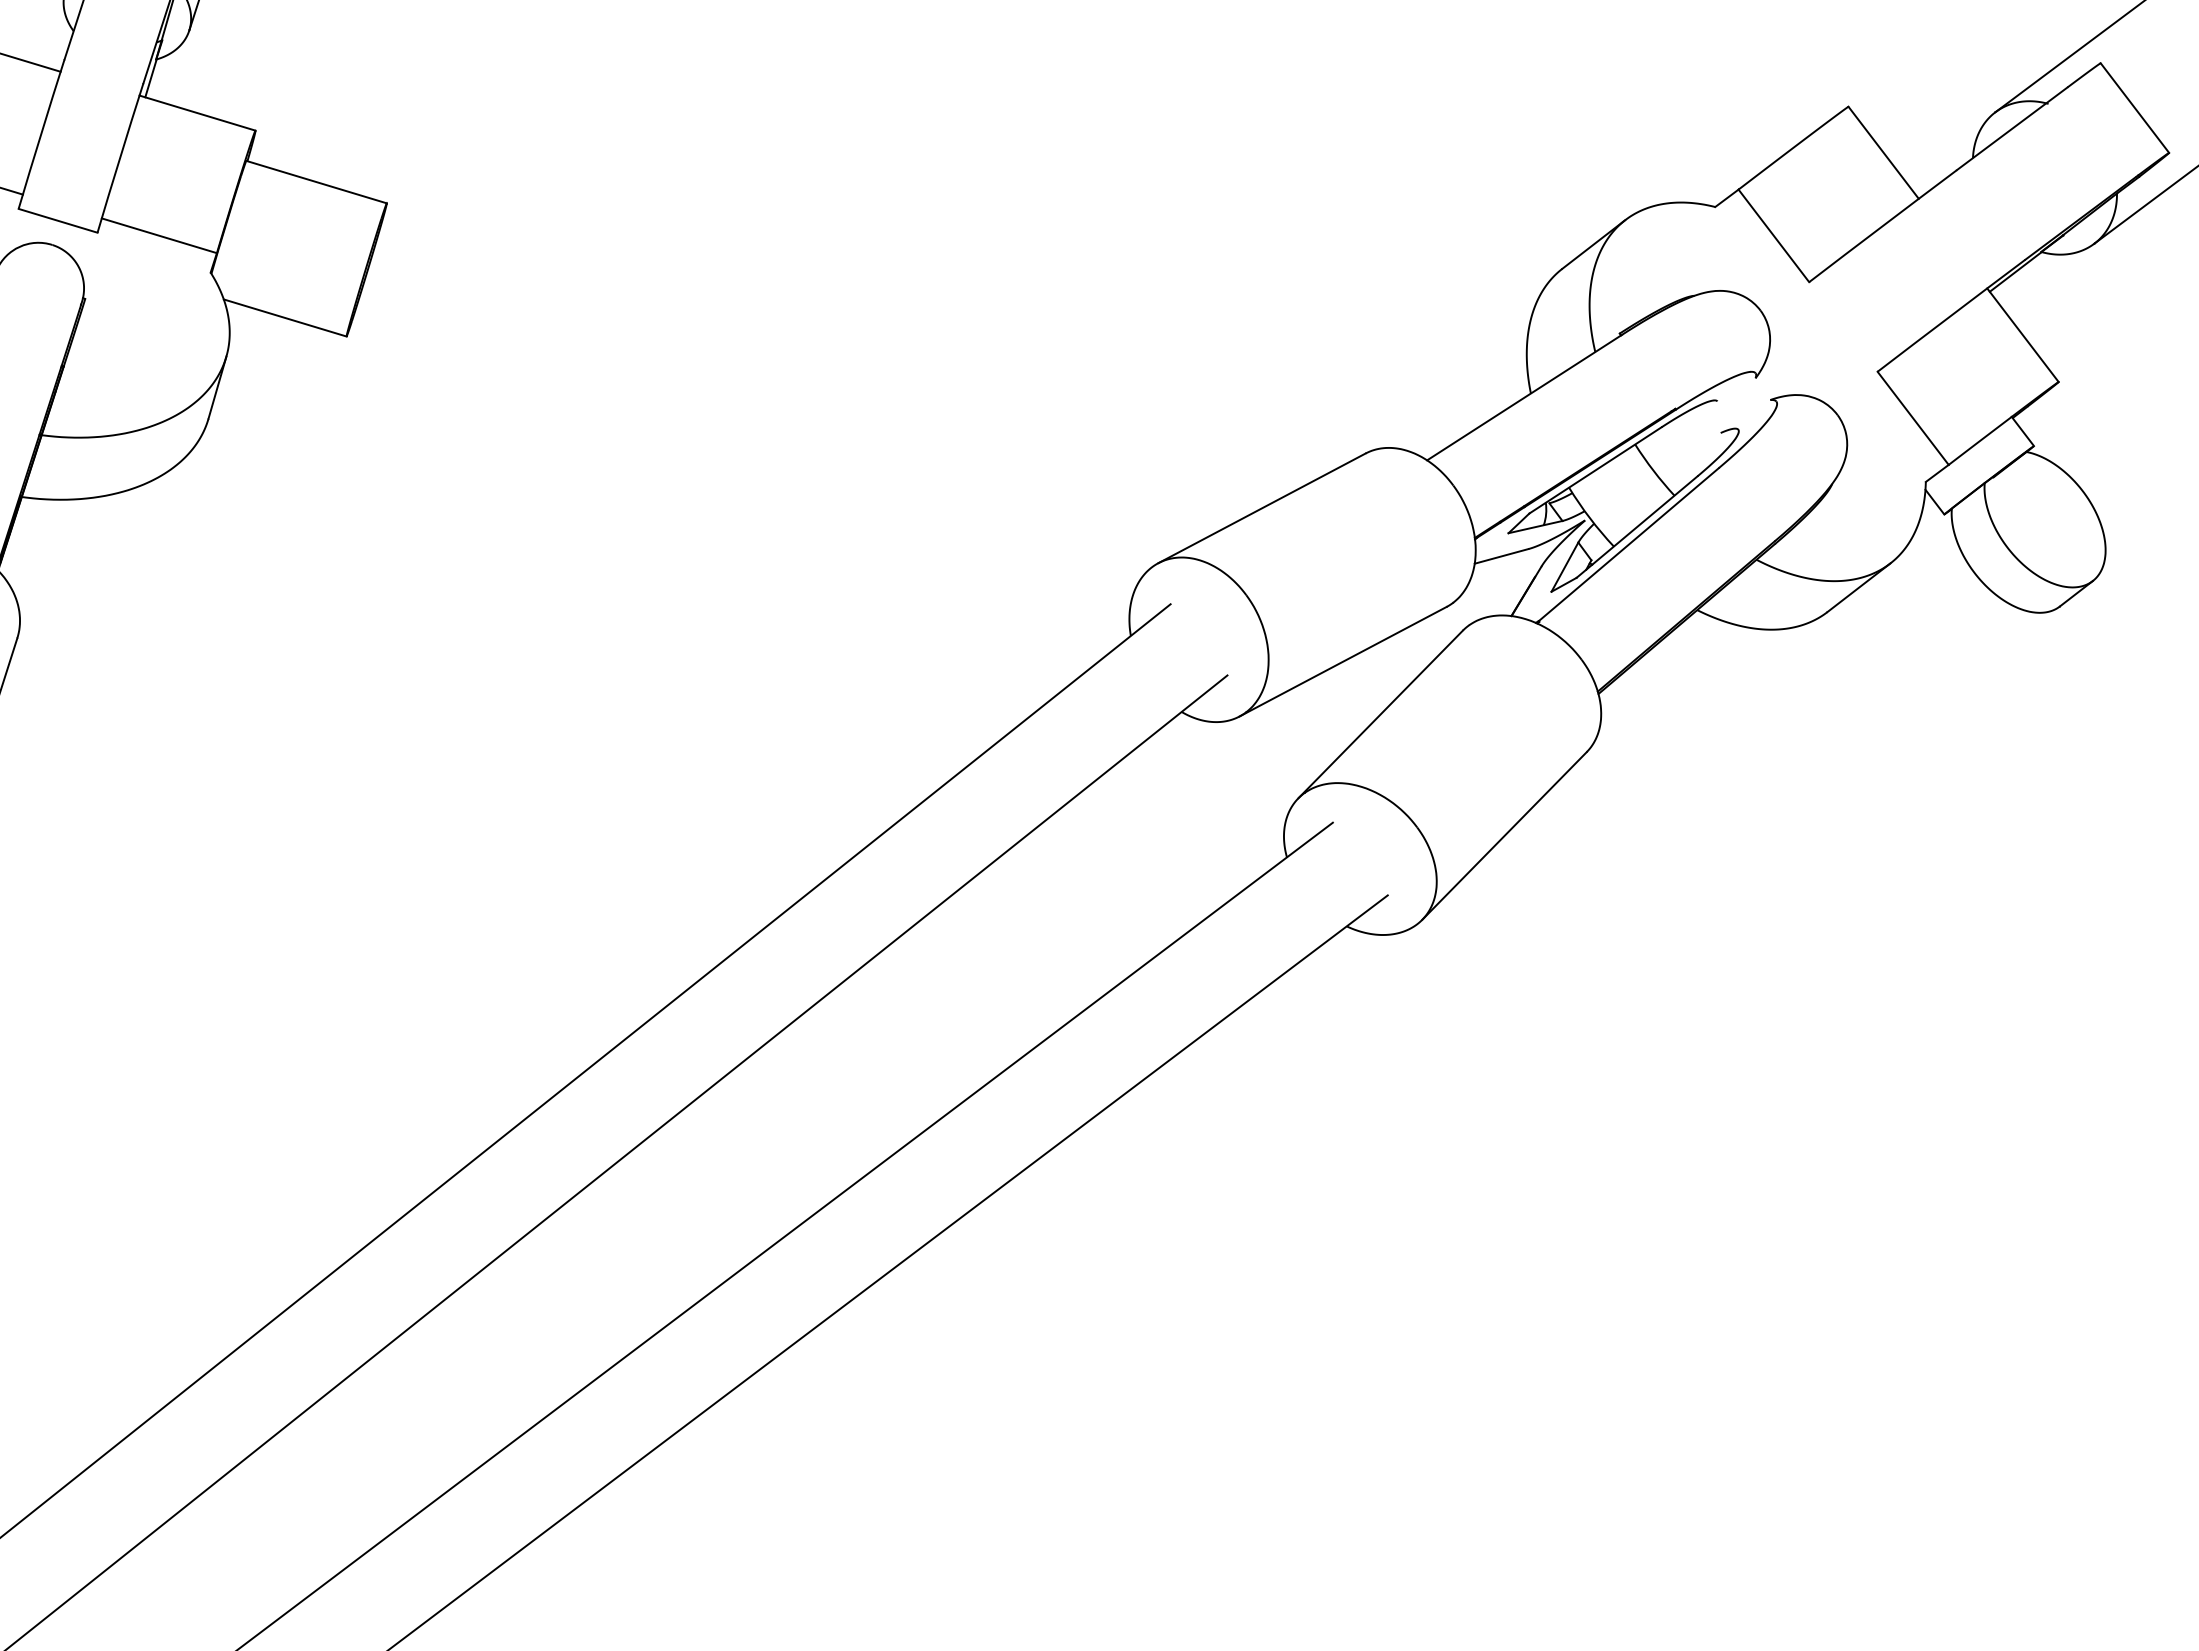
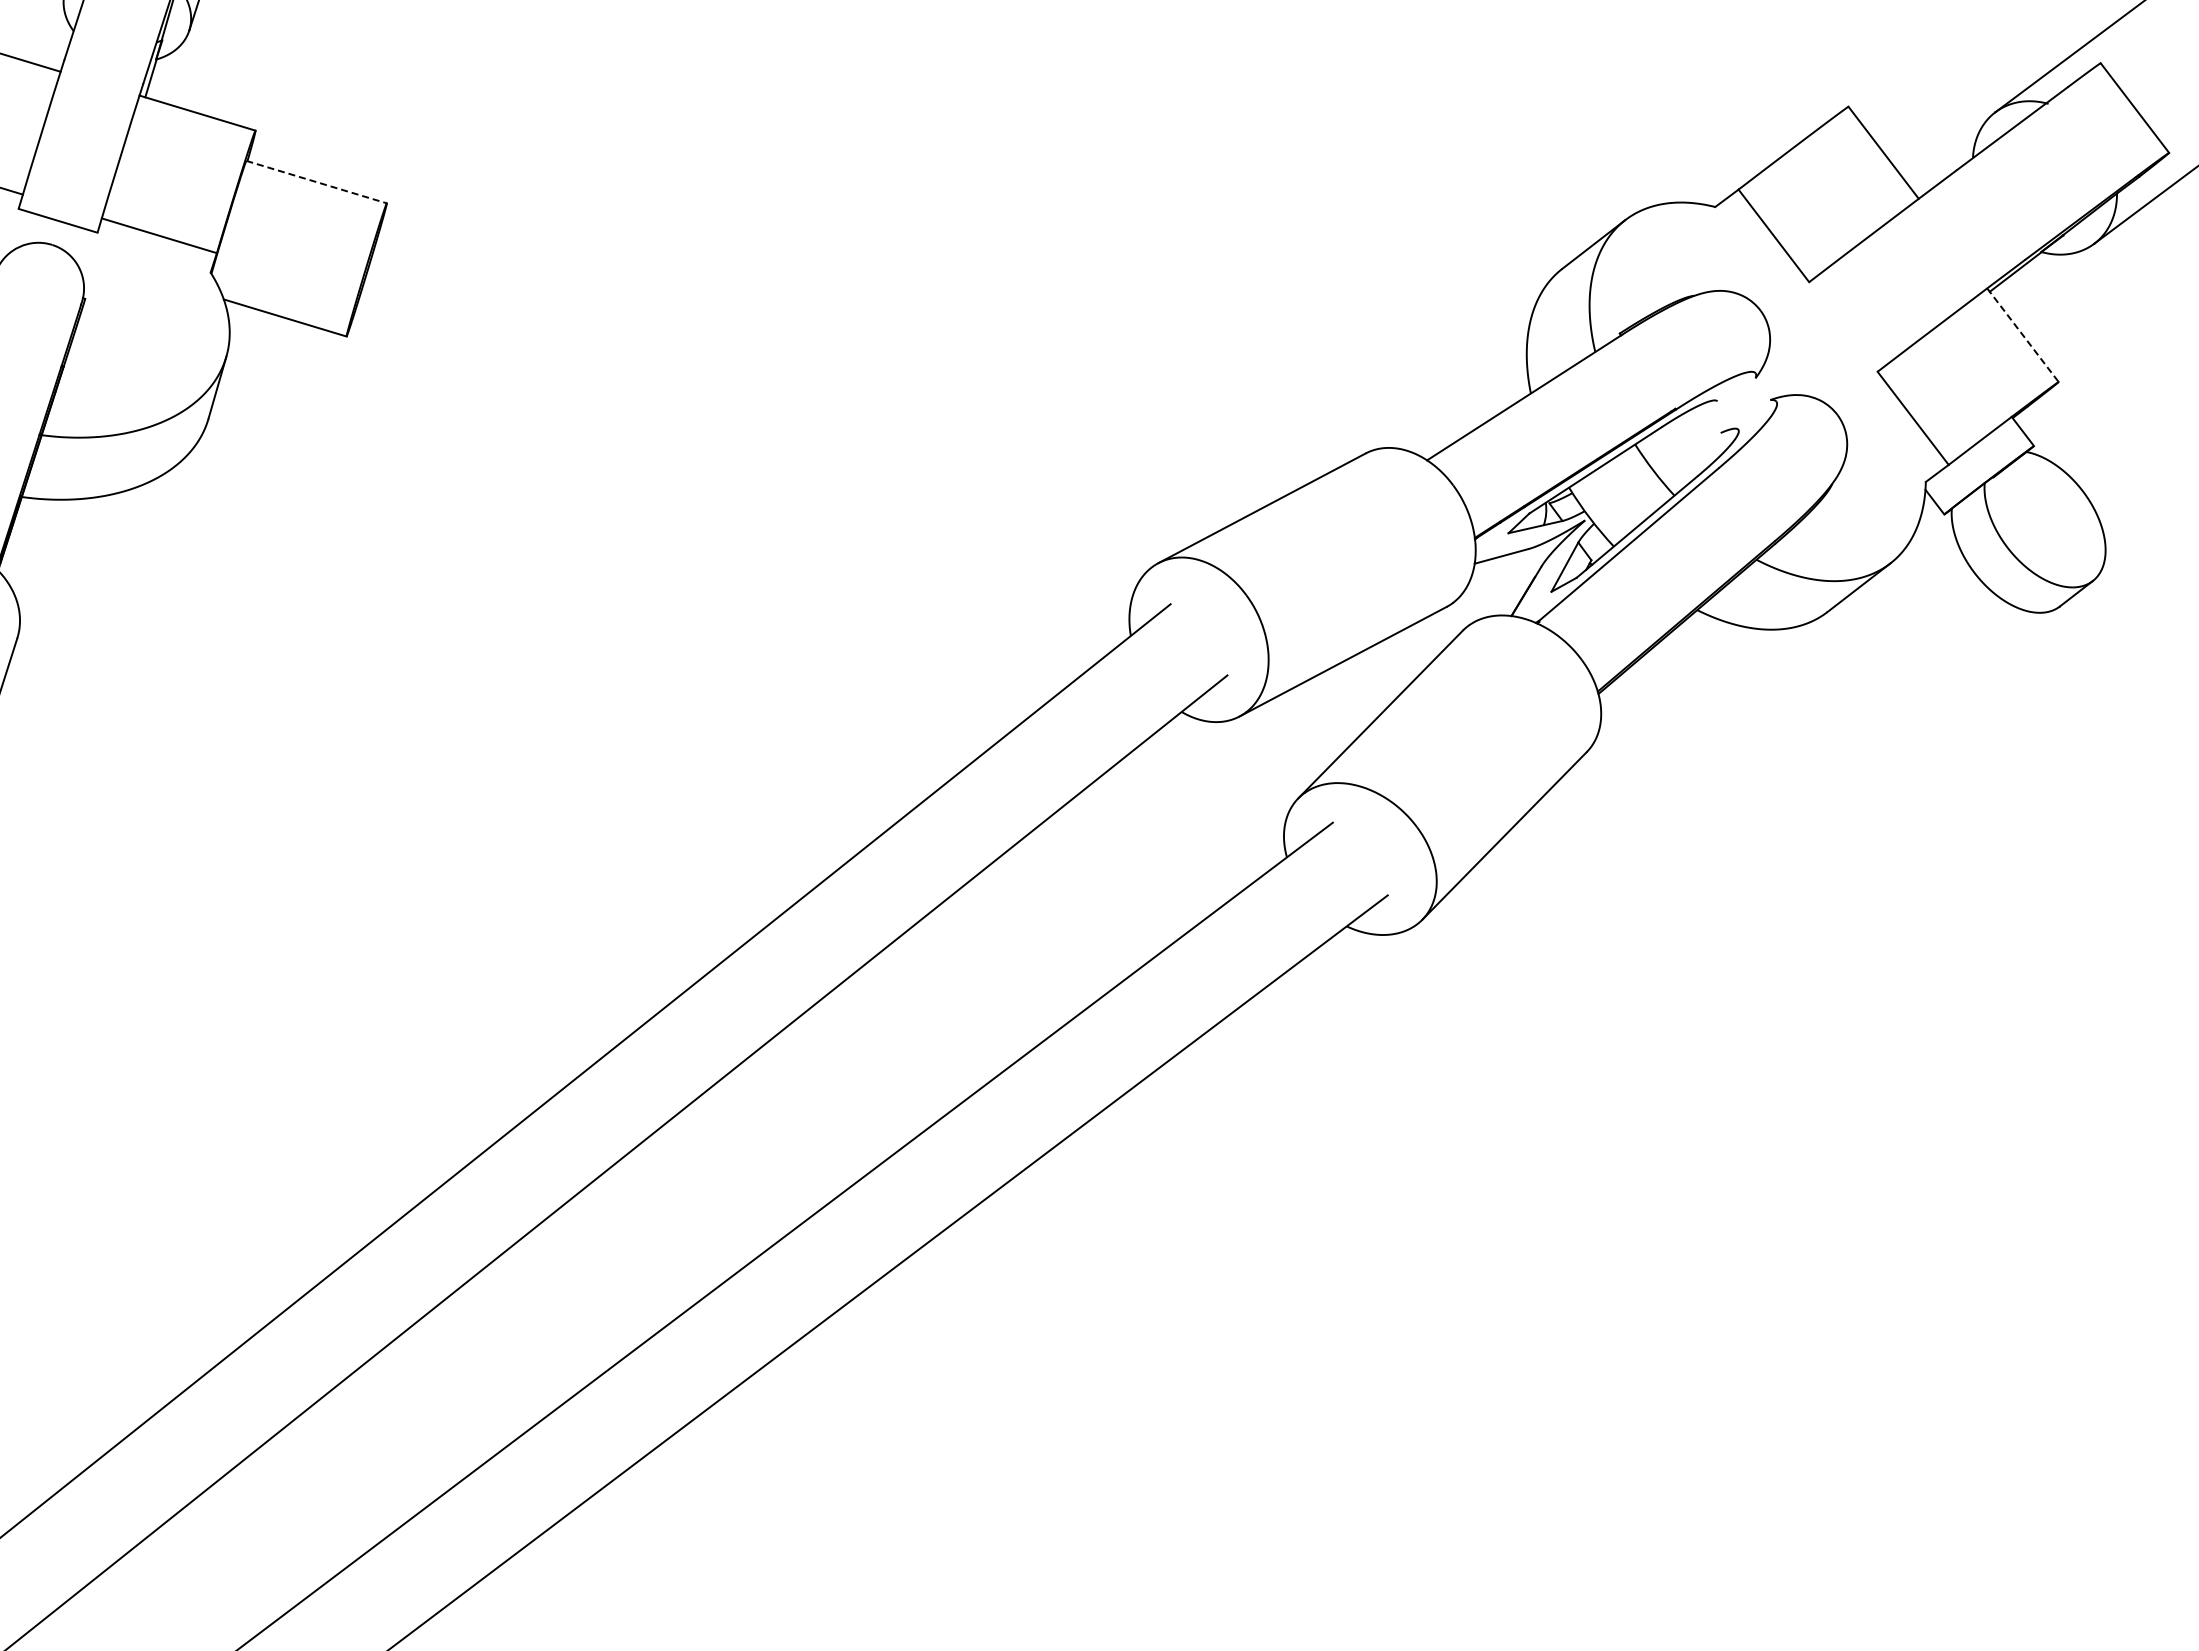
line at (317, 182): solid -> dashed
line at (2022, 335): solid -> dashed
